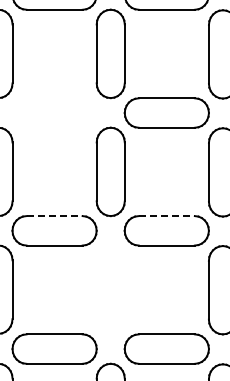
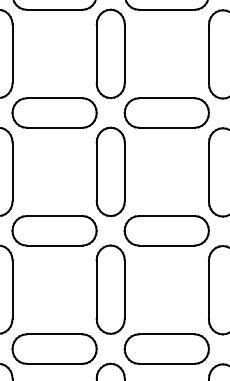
part at (54, 112): none -> present
line at (55, 216): dashed -> solid
line at (167, 216): dashed -> solid
part at (110, 289): none -> present
